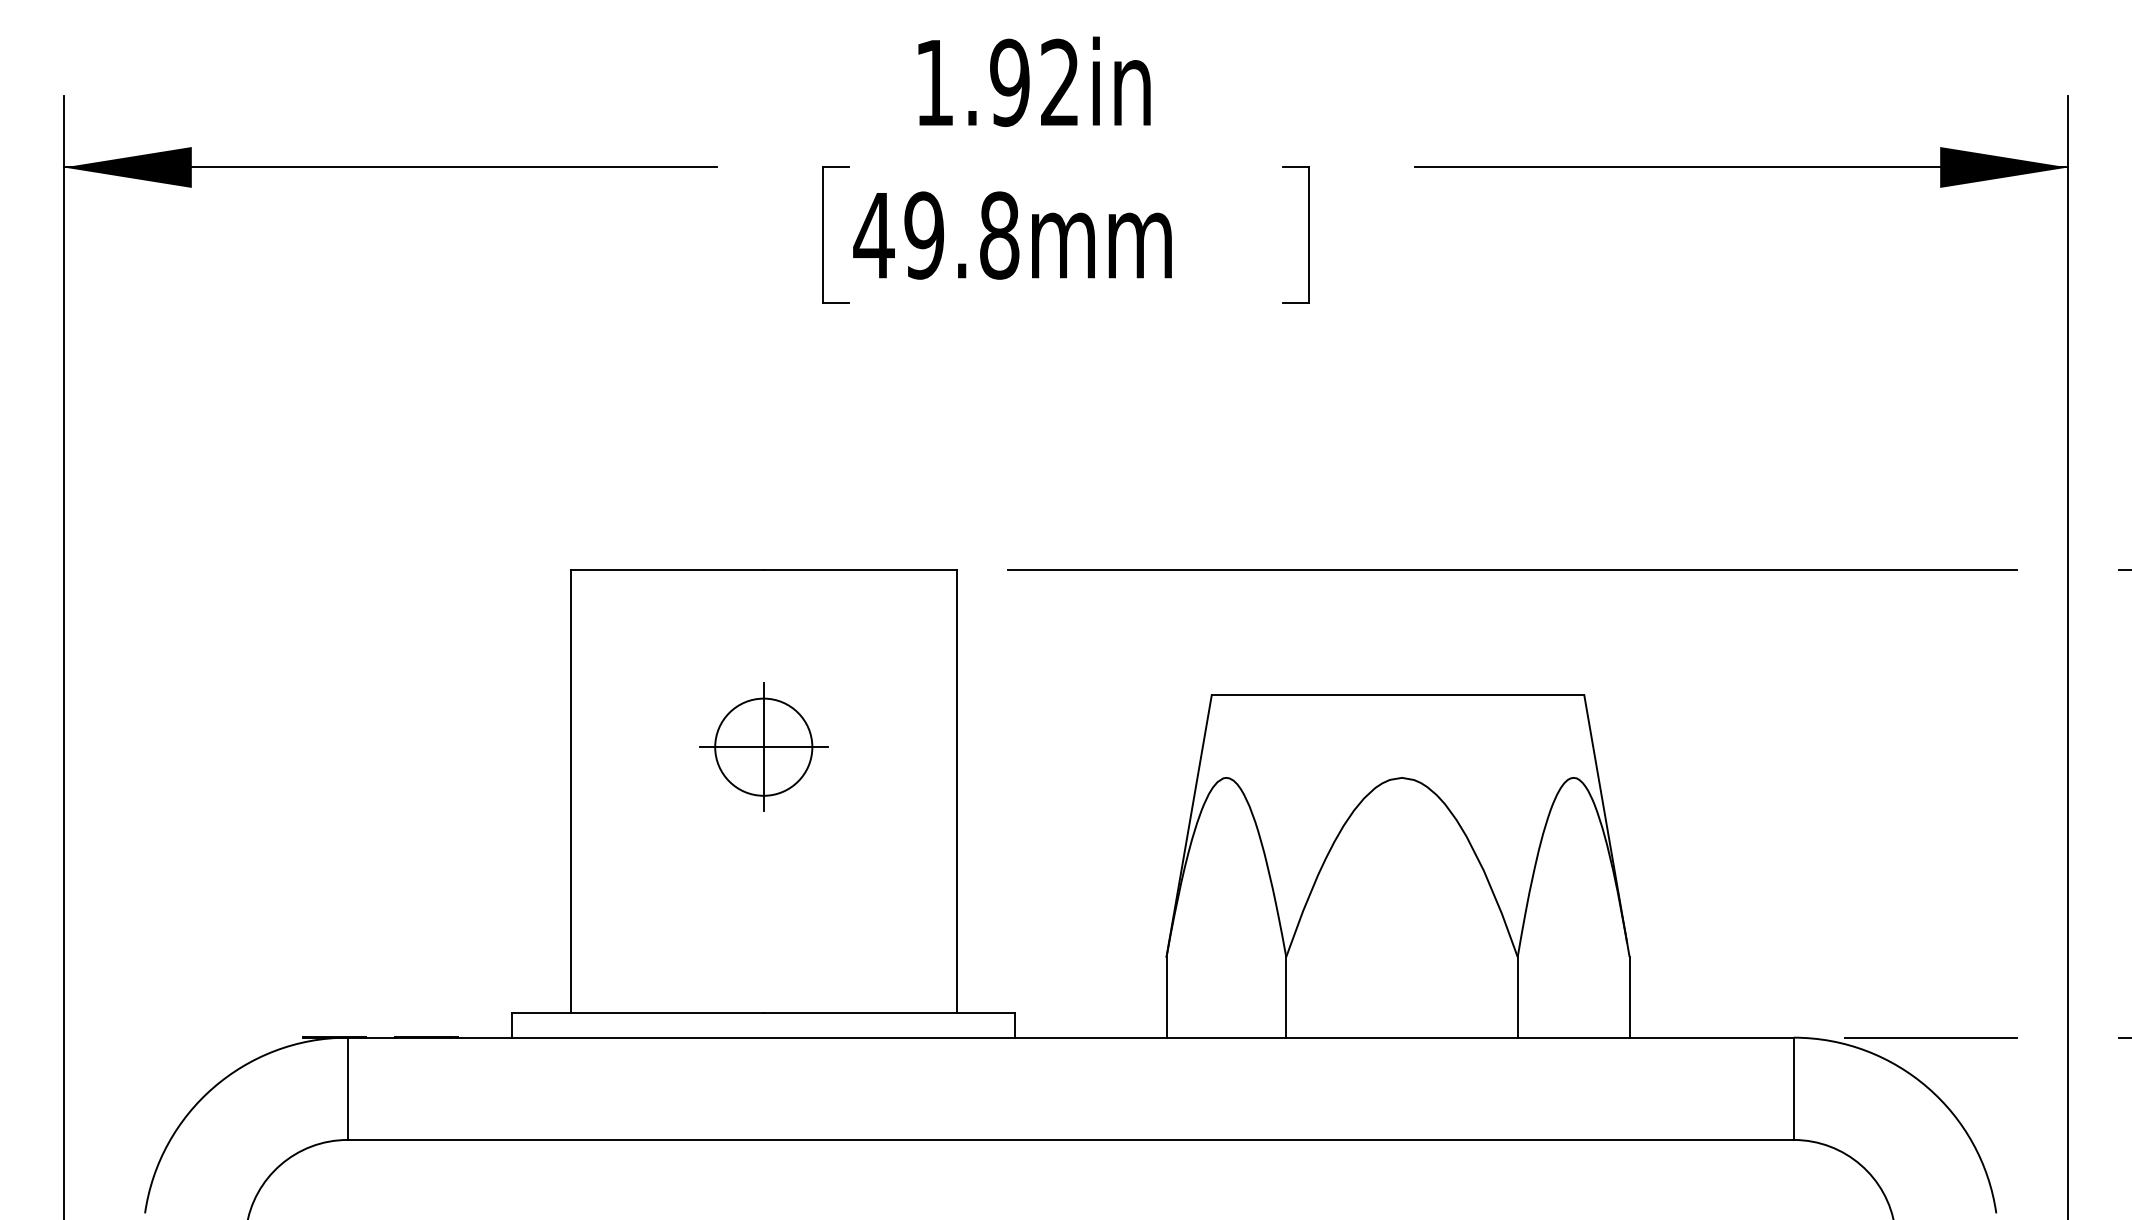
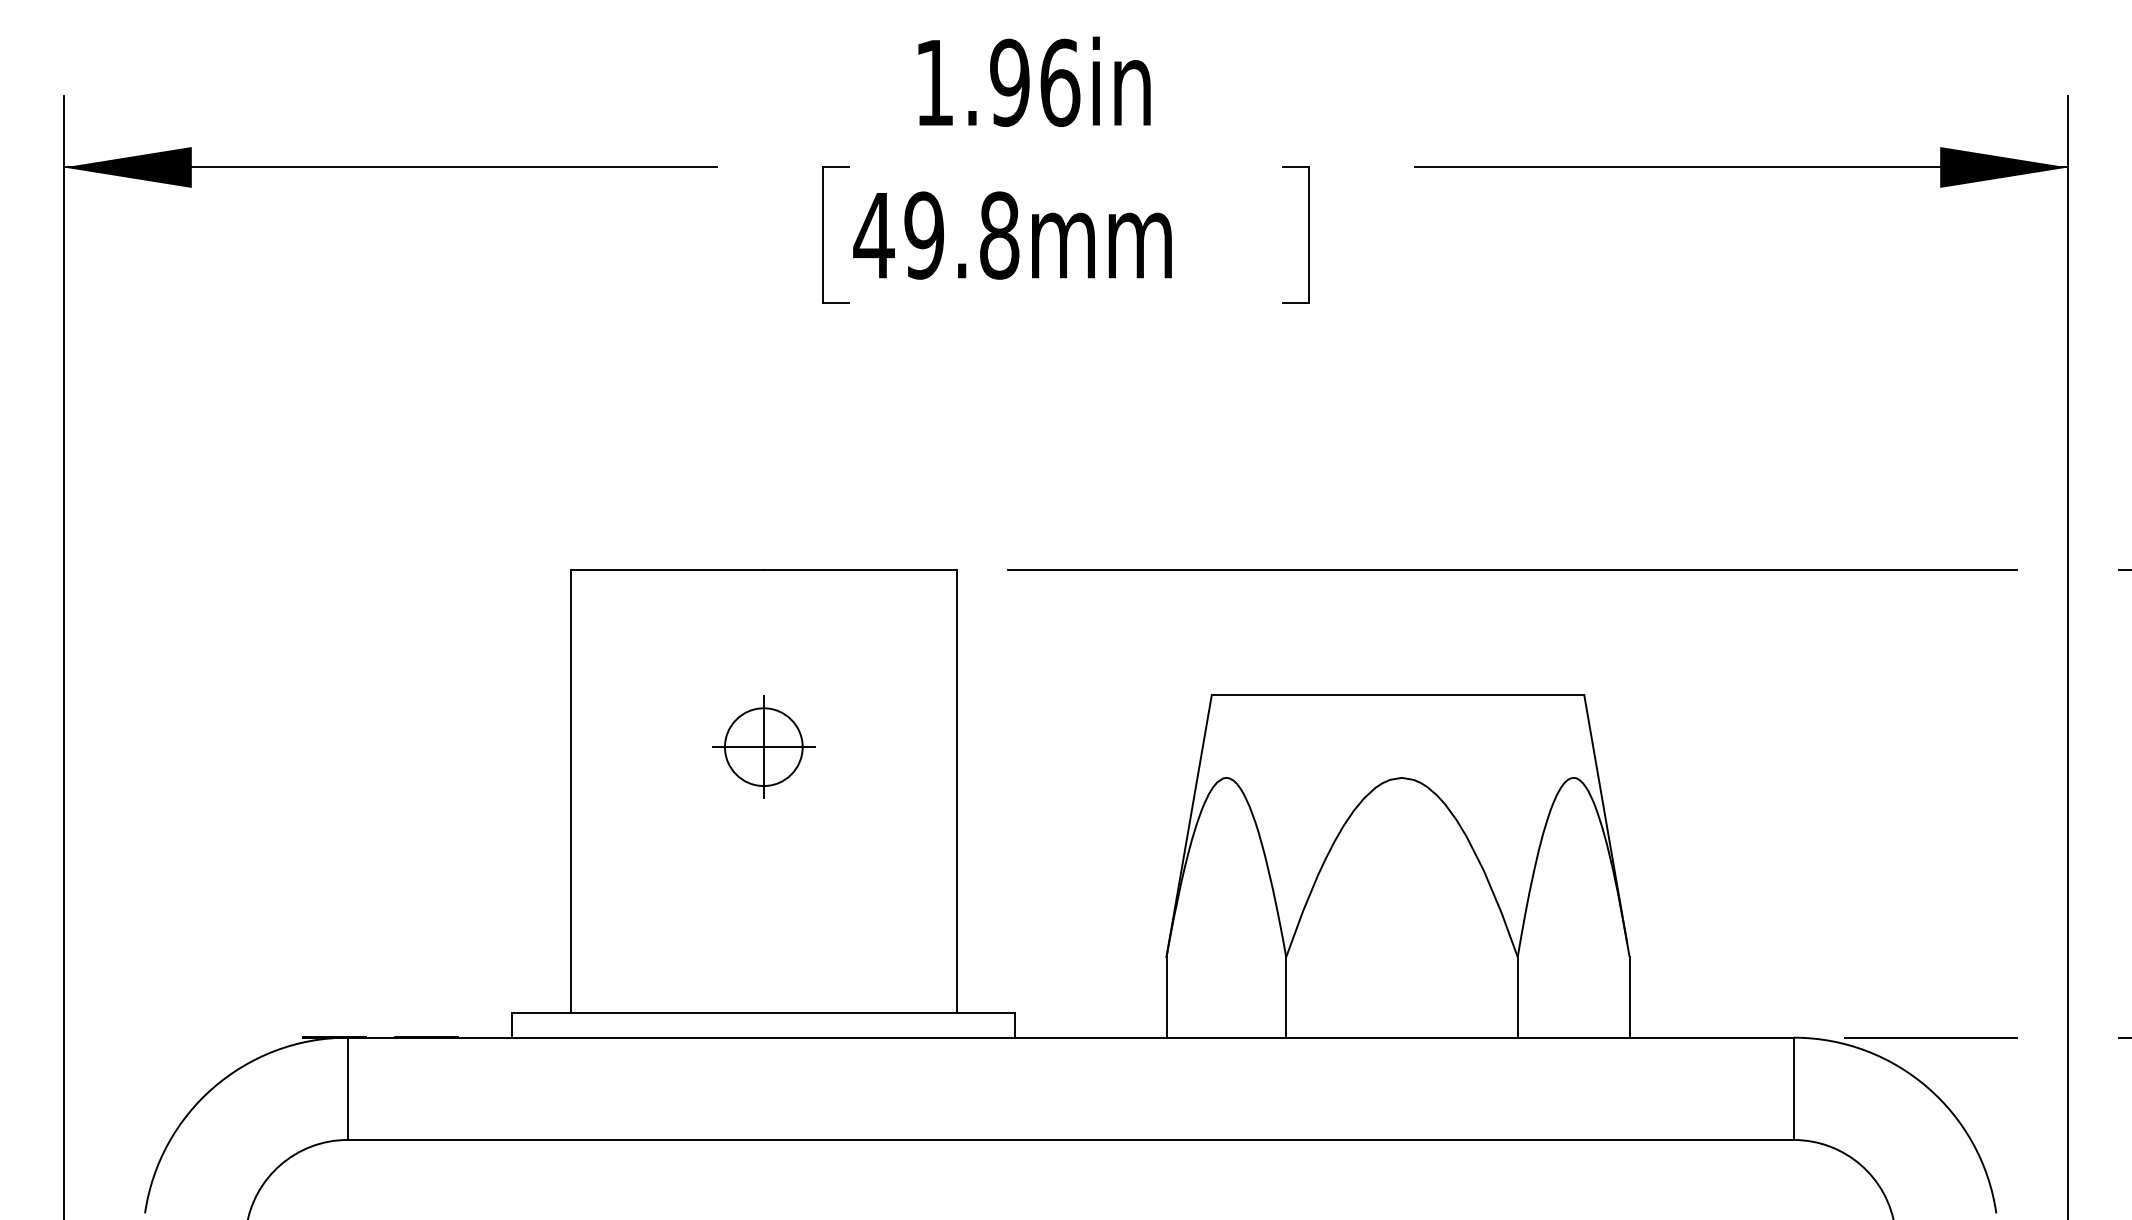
text at (1060, 82): 1.92in -> 1.96in
part at (763, 746) size: 130x130 px -> 104x104 px
